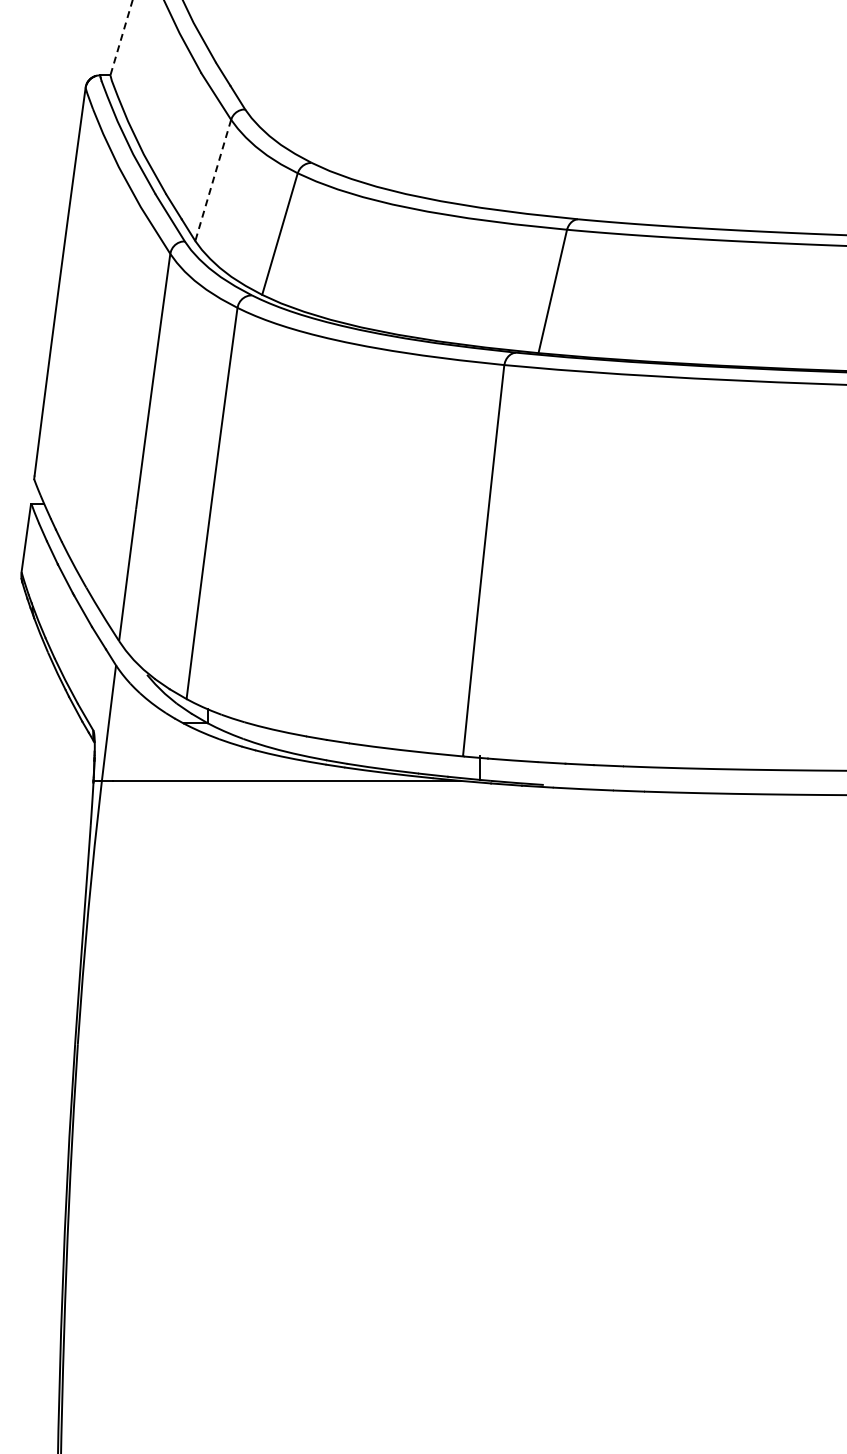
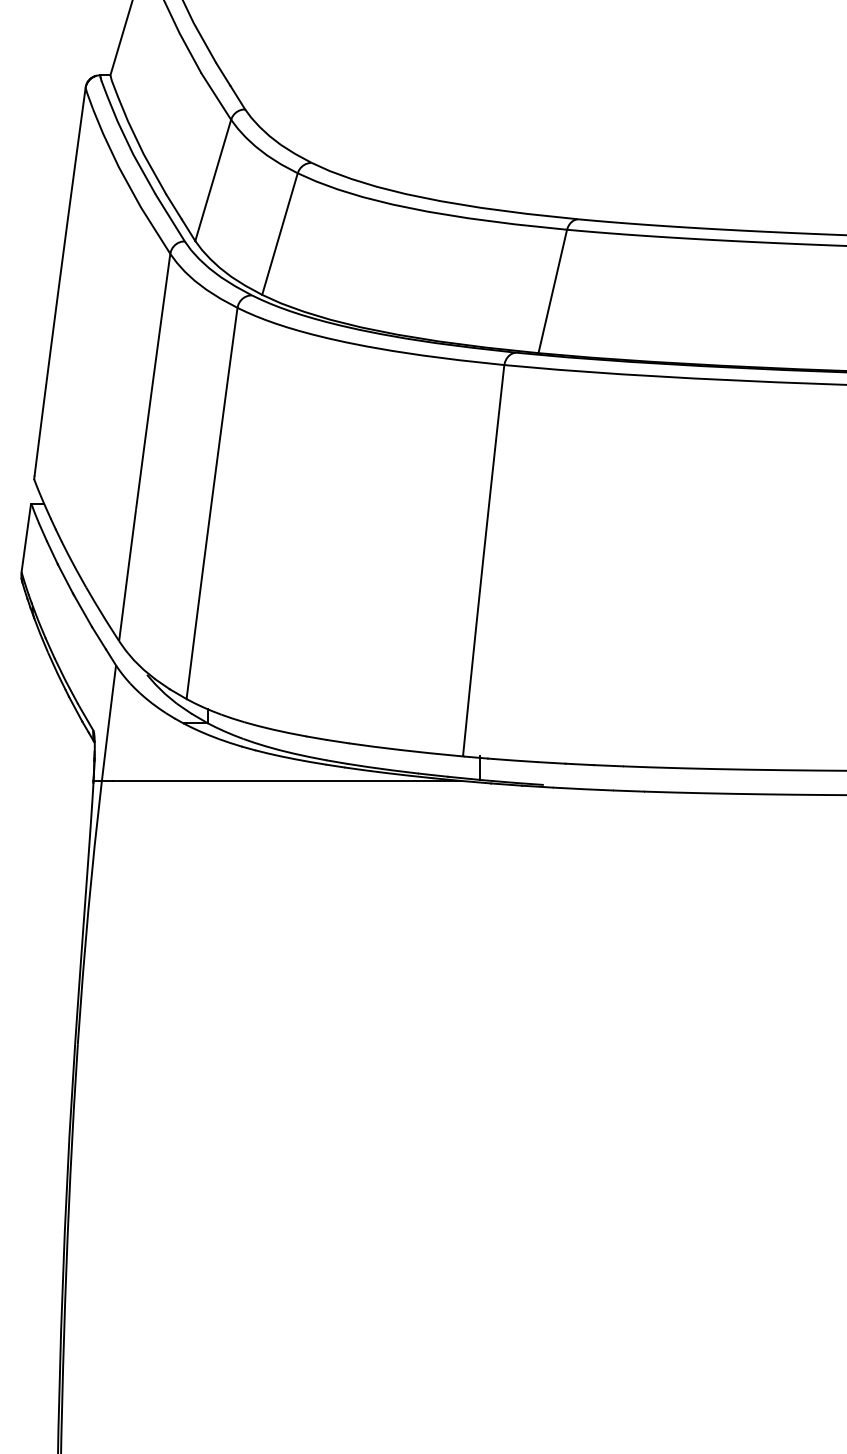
line at (121, 38): dashed -> solid
line at (213, 180): dashed -> solid
